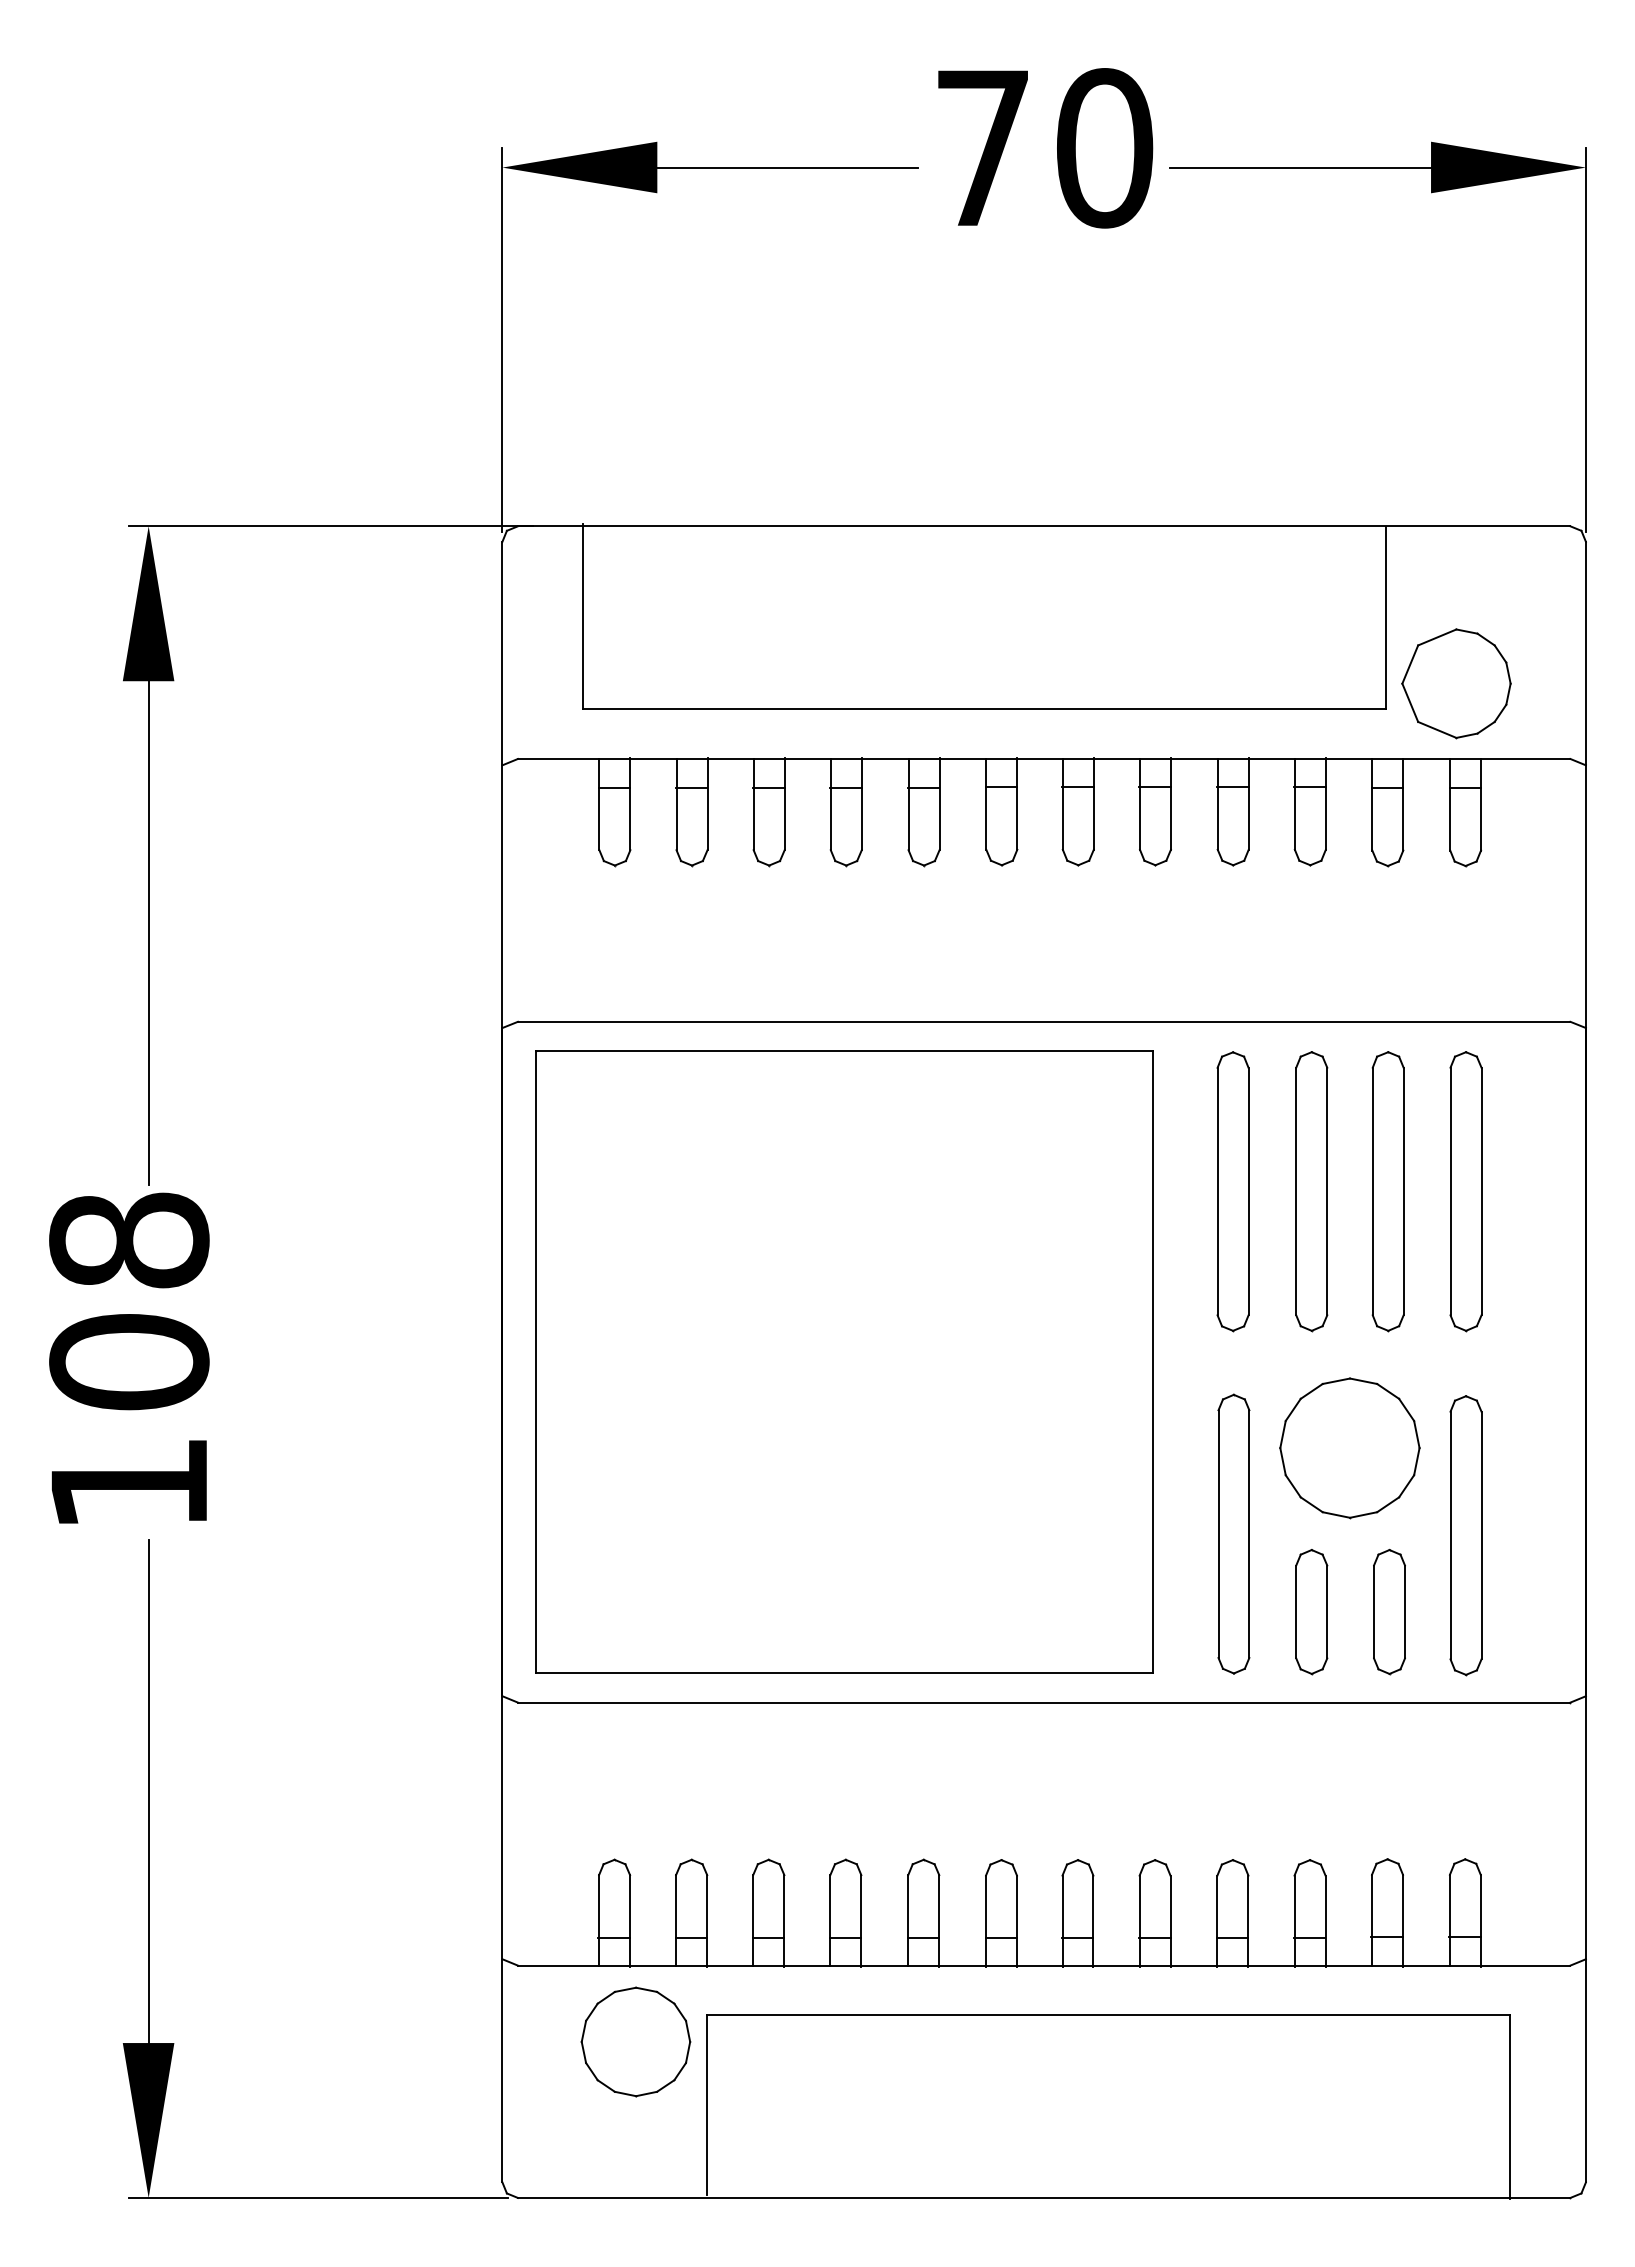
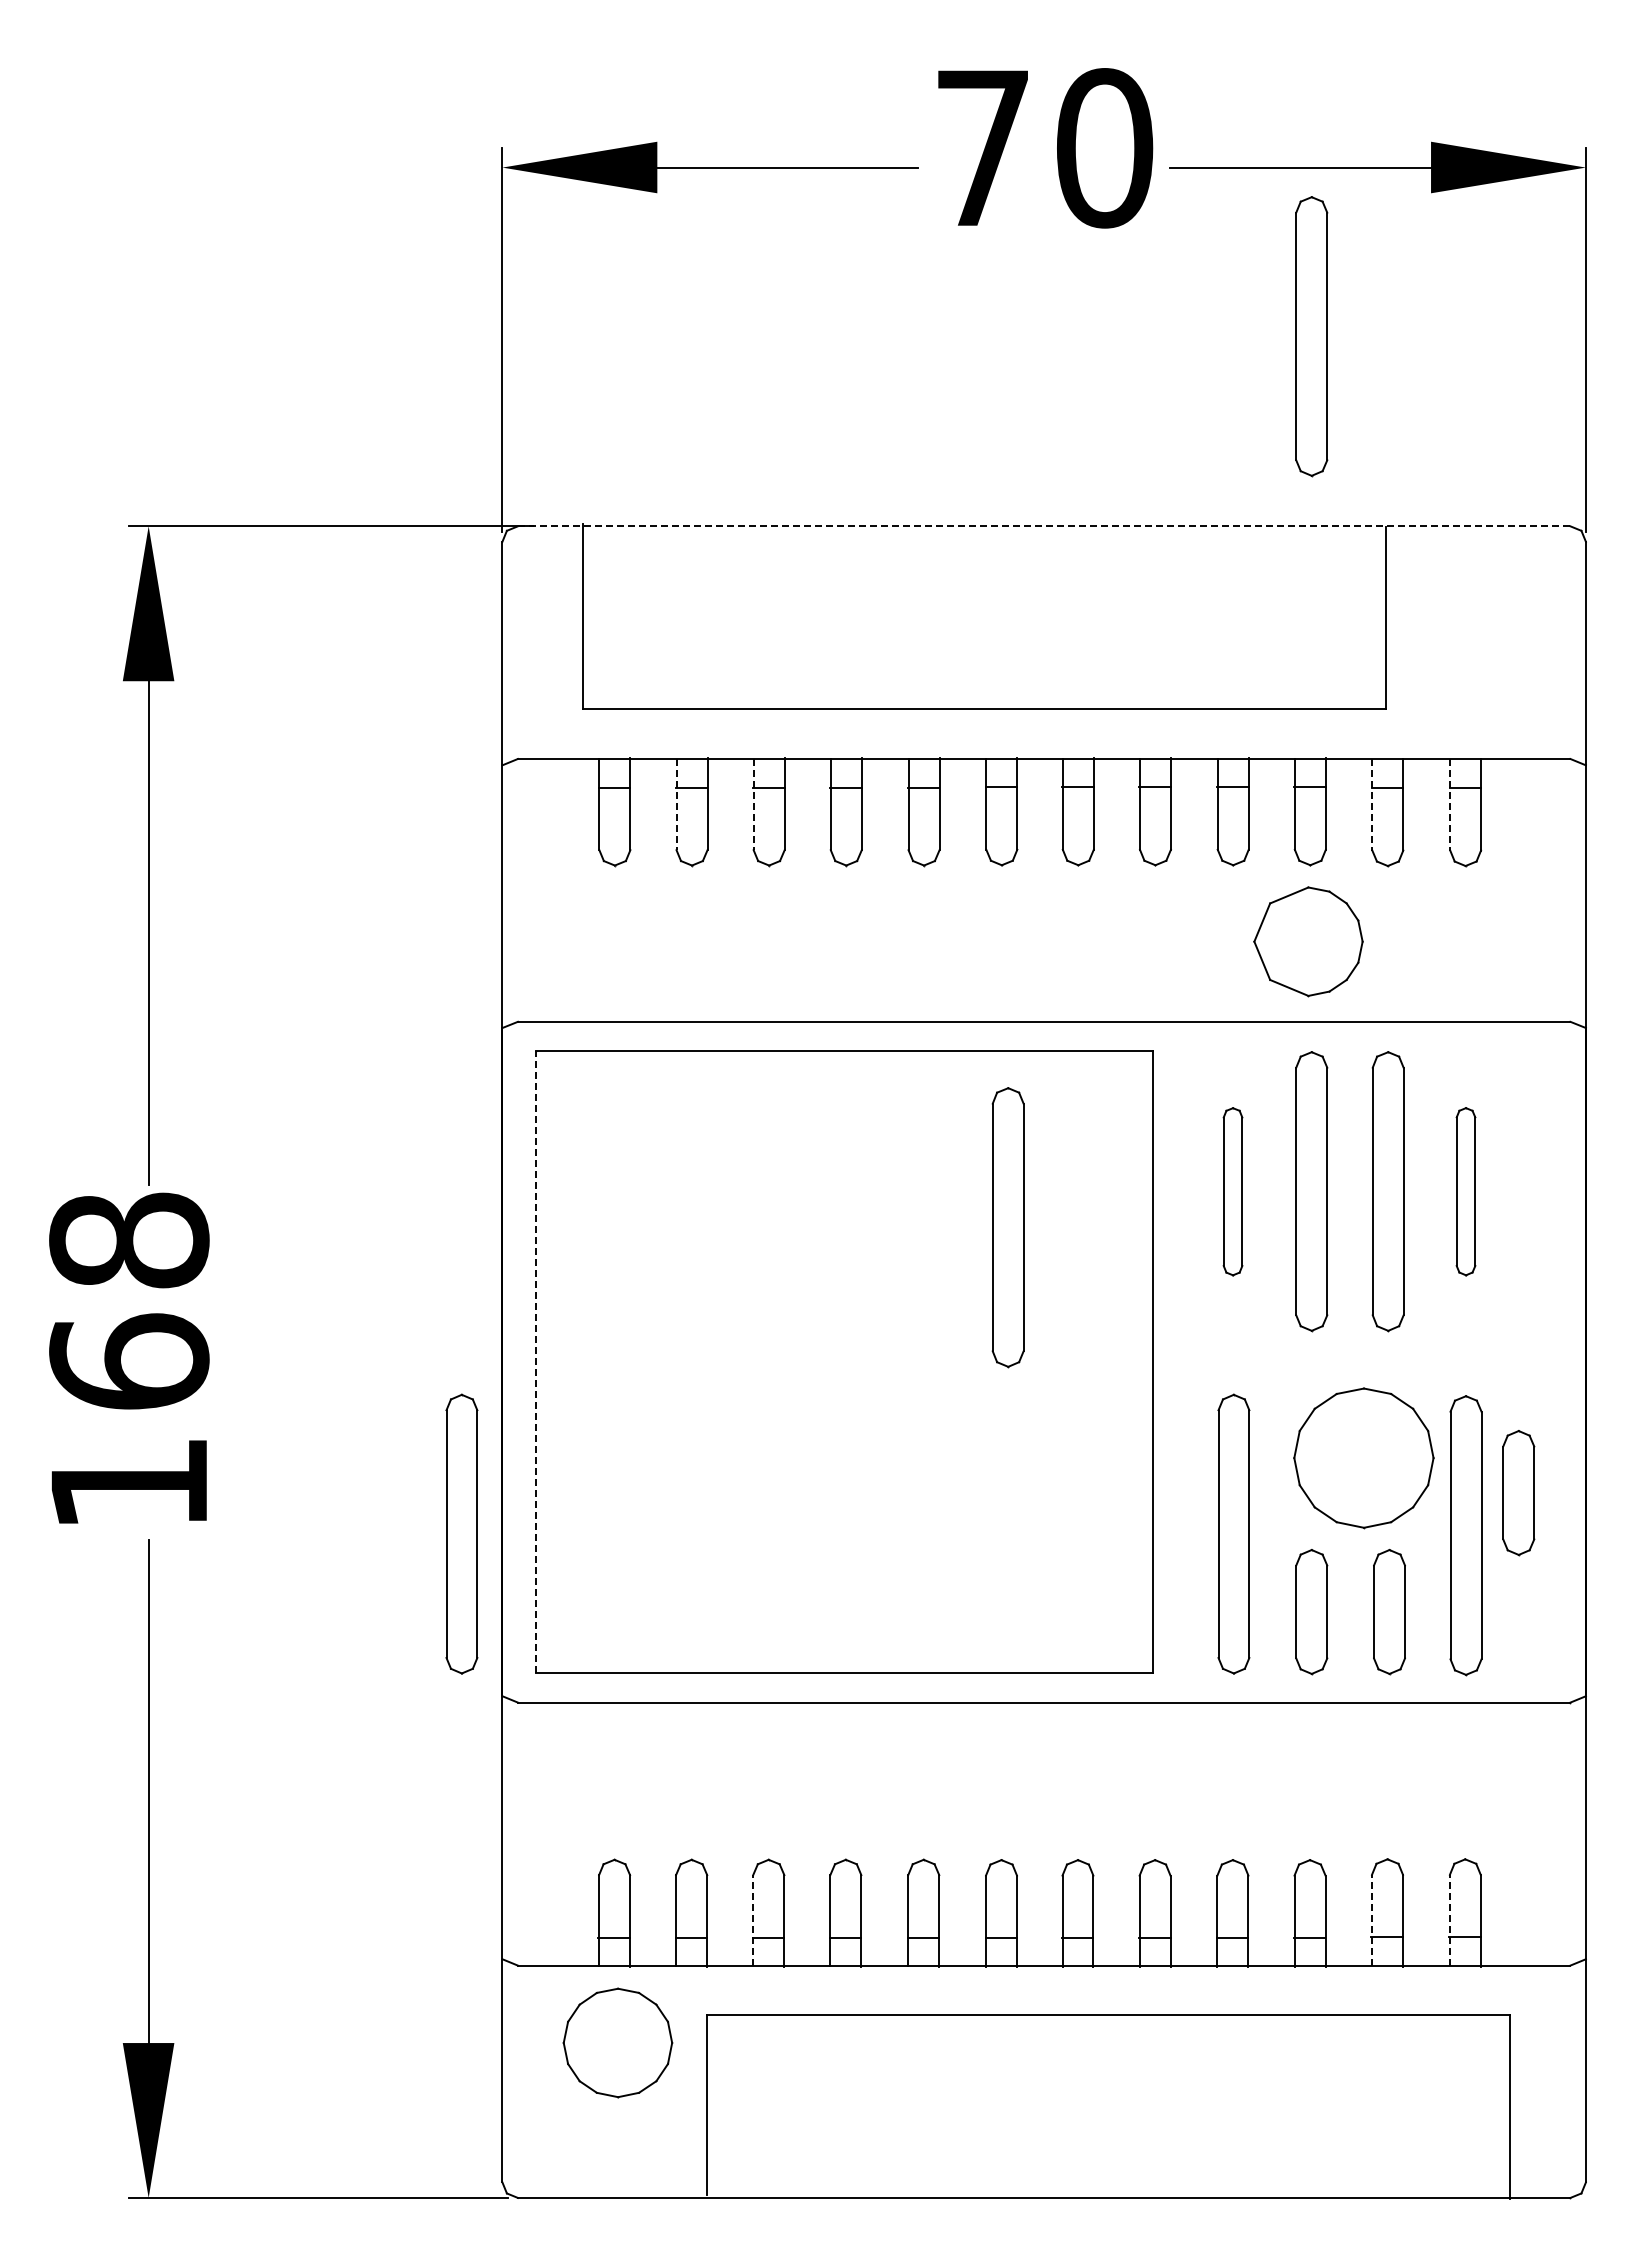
part at (1311, 336): none -> present
line at (1043, 526): solid -> dashed
part at (1456, 683) position: (1456, 683) -> (1308, 941)
line at (676, 804): solid -> dashed
line at (753, 804): solid -> dashed
line at (1372, 804): solid -> dashed
line at (1450, 804): solid -> dashed
part at (1232, 1191) size: 34x282 px -> 22x170 px
part at (1465, 1191) size: 34x282 px -> 22x170 px
part at (1007, 1227): none -> present
text at (129, 1361): 108 -> 168
line at (536, 1361): solid -> dashed
part at (1349, 1448) position: (1349, 1448) -> (1363, 1458)
part at (1518, 1493): none -> present
part at (461, 1533): none -> present
line at (753, 1920): solid -> dashed
line at (1372, 1920): solid -> dashed
line at (1449, 1920): solid -> dashed
part at (635, 2041) position: (635, 2041) -> (617, 2042)
